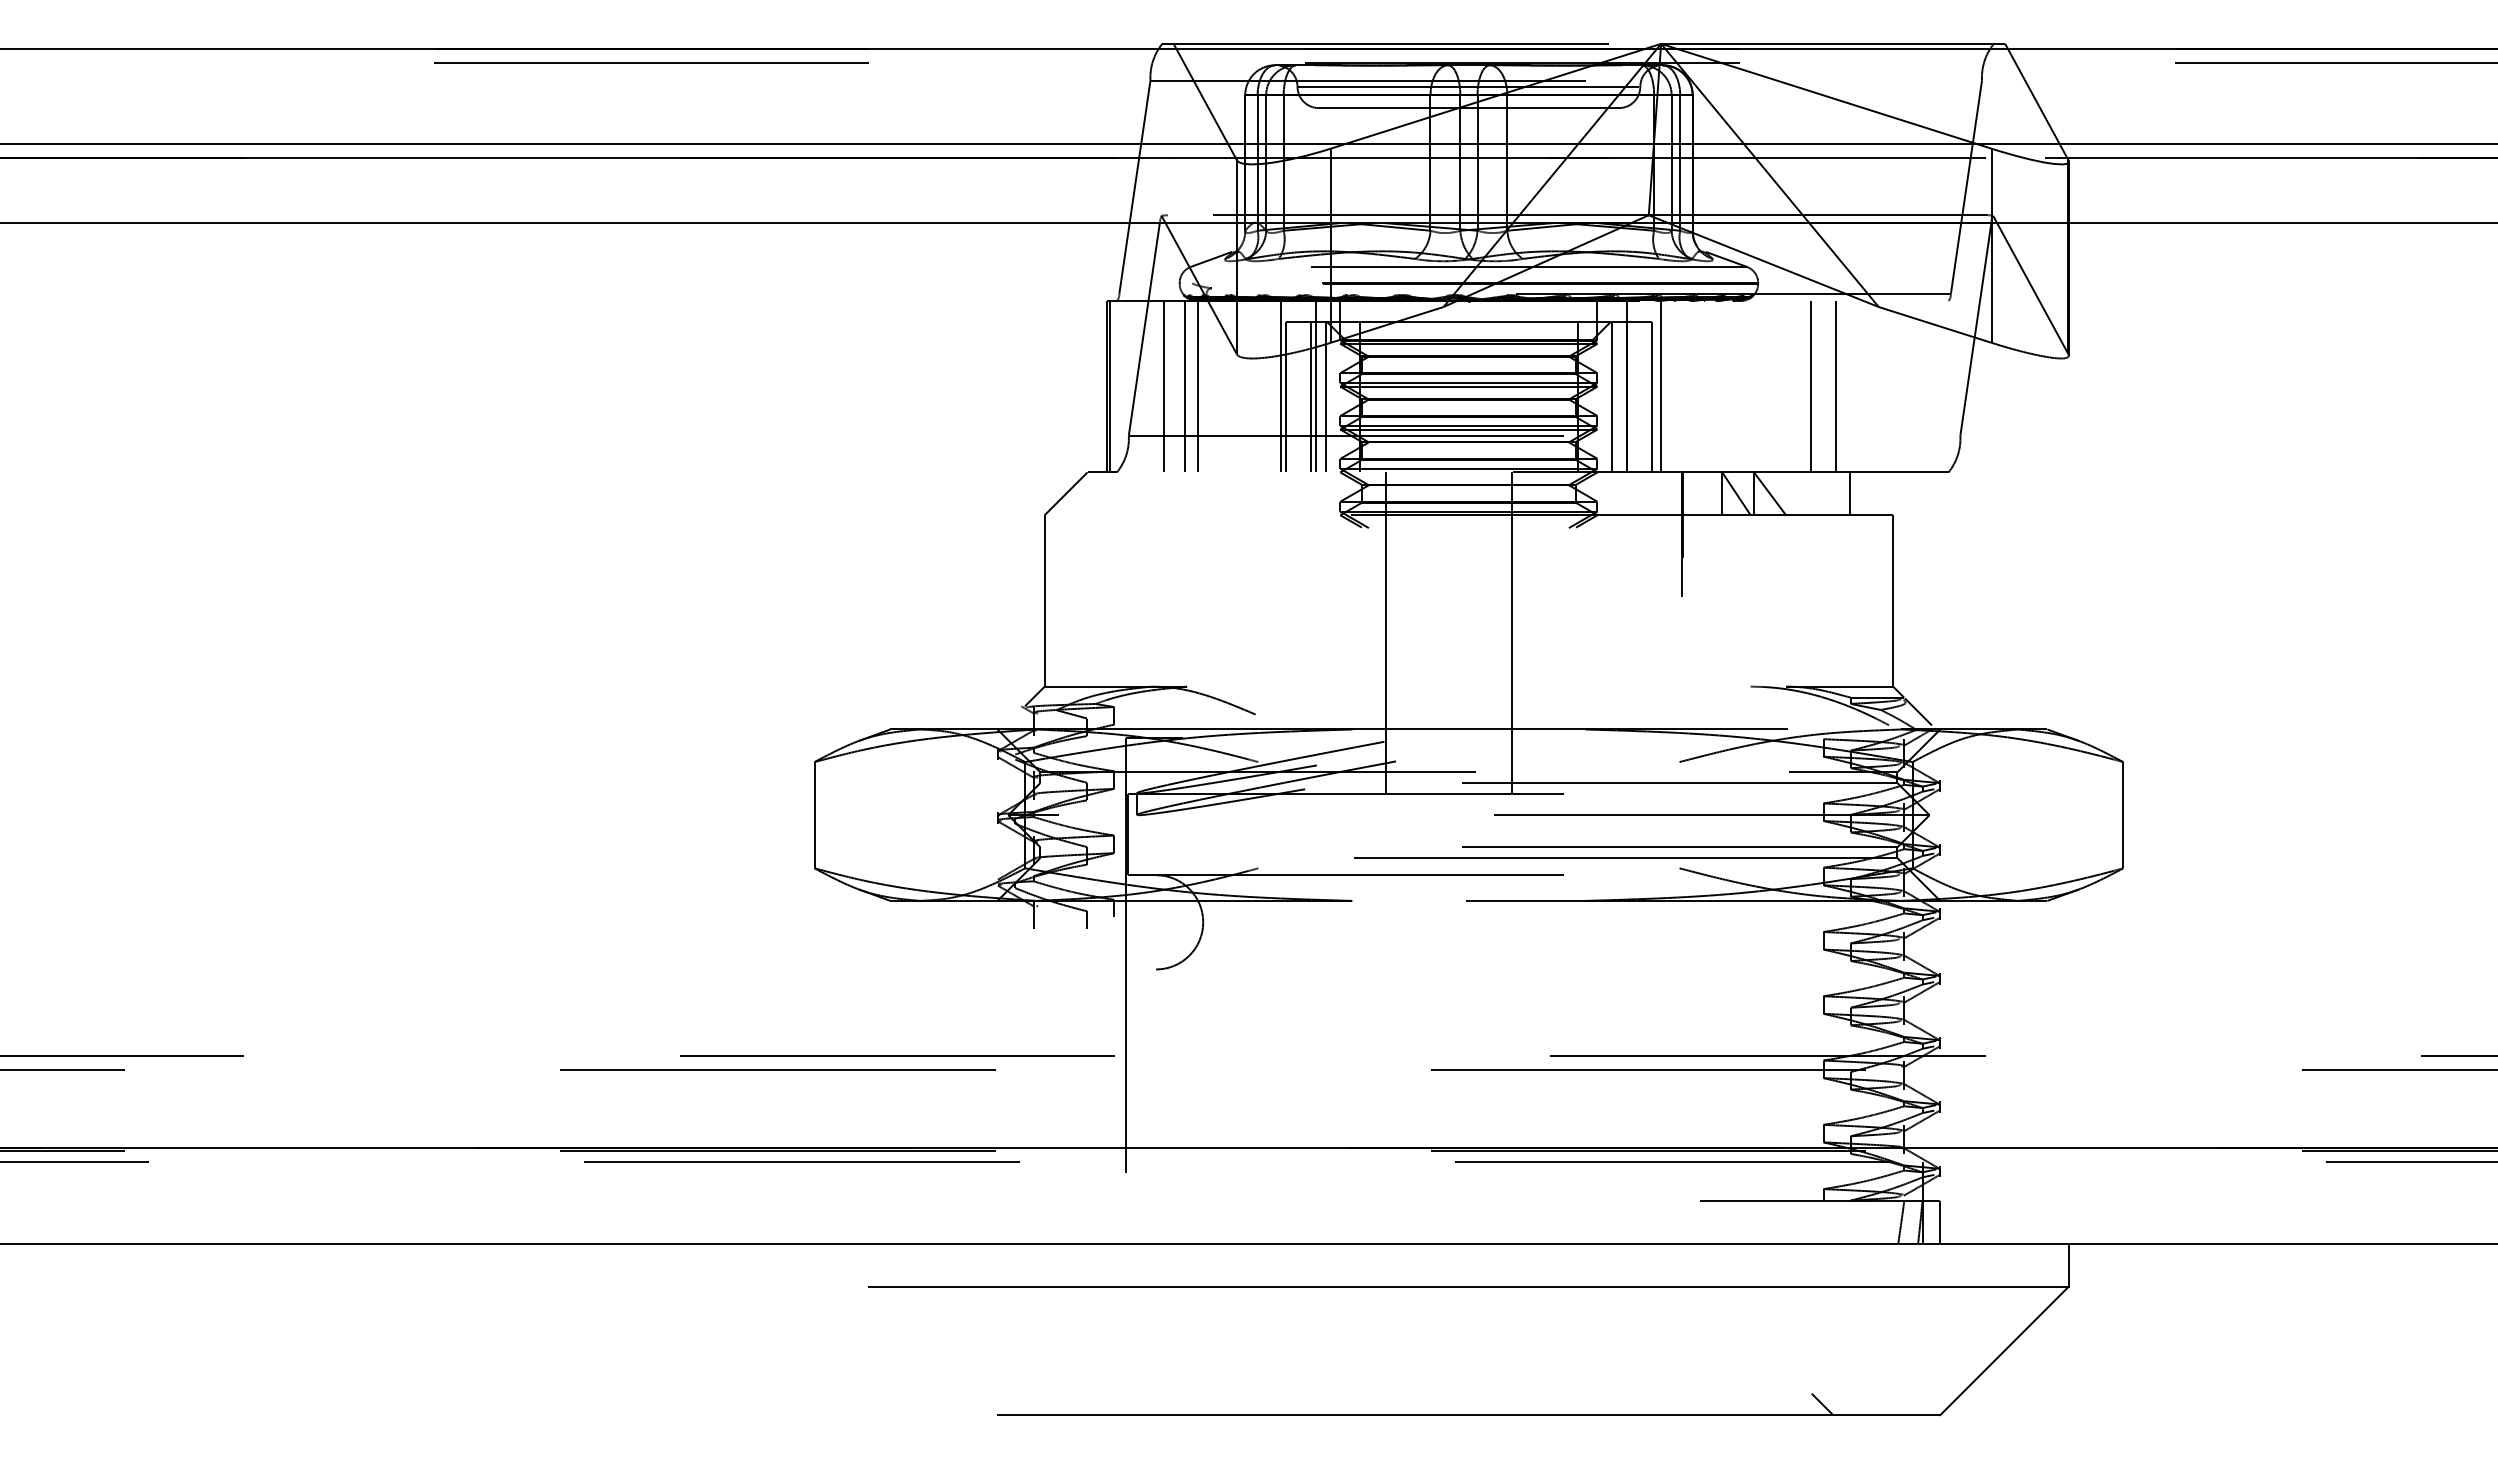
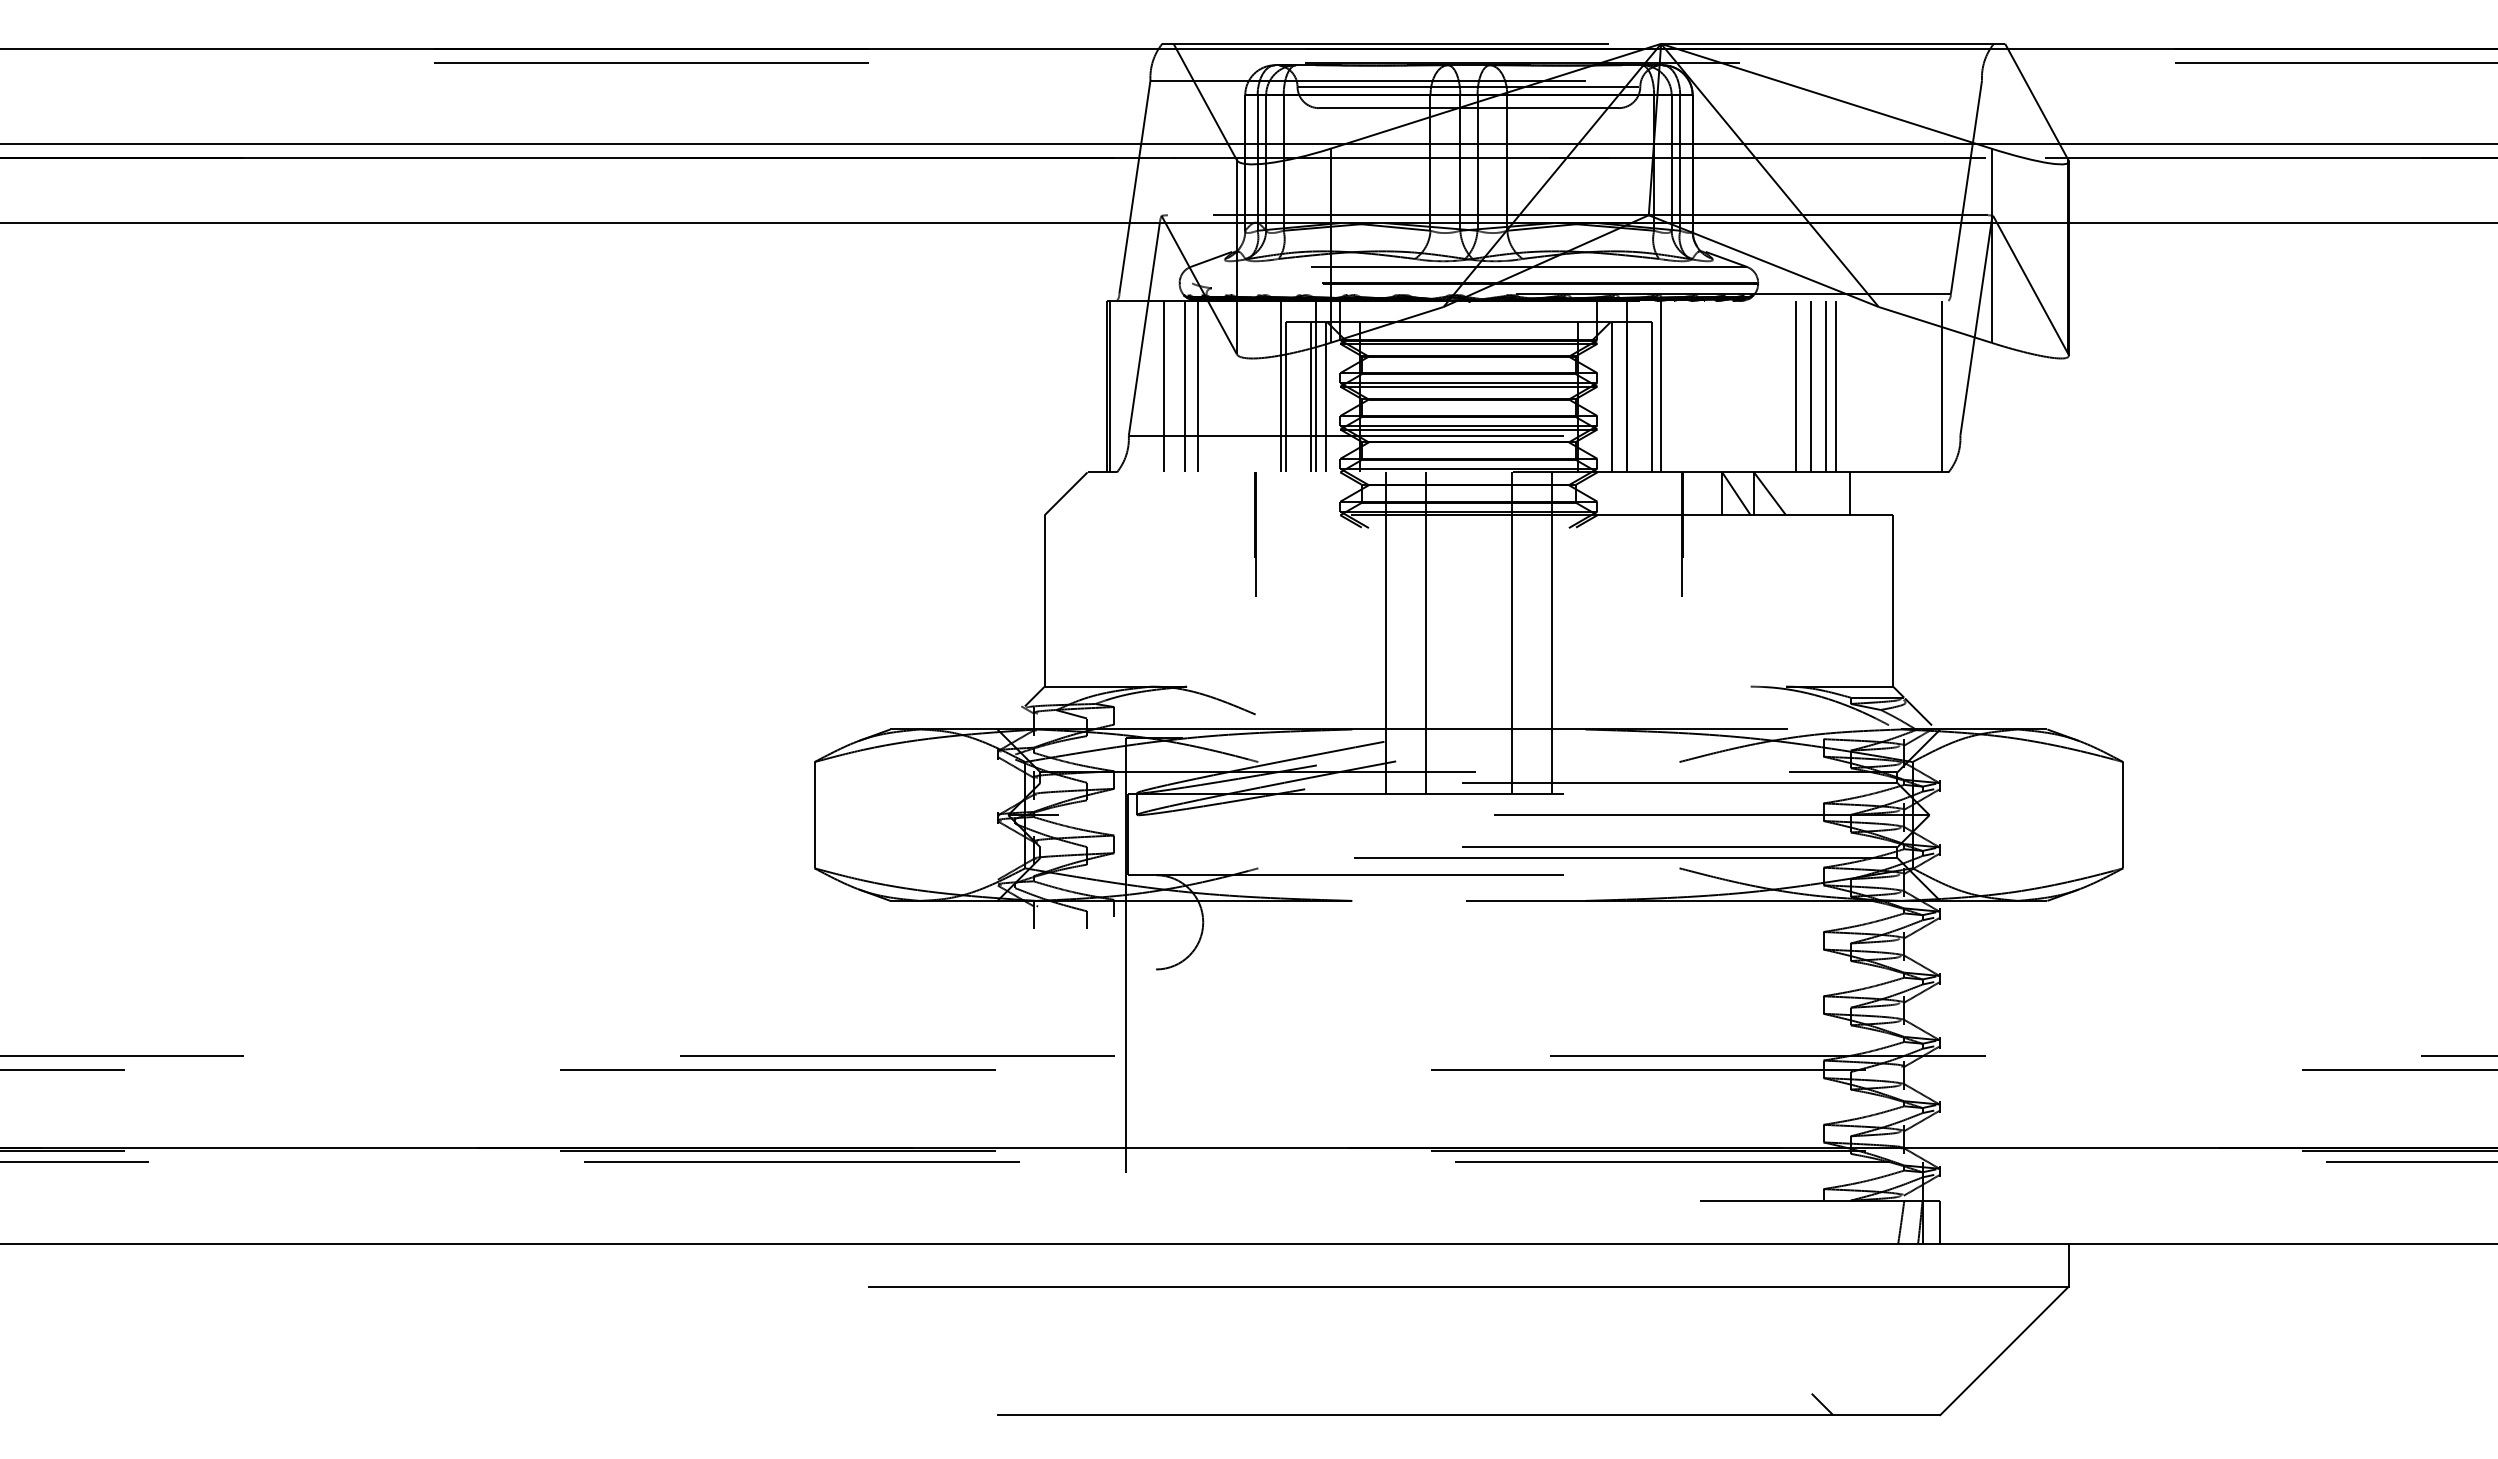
line at (1796, 386): none -> present
line at (1826, 386): none -> present
line at (1941, 386): none -> present
line at (1255, 534): none -> present
line at (1425, 632): none -> present
line at (1552, 632): none -> present
